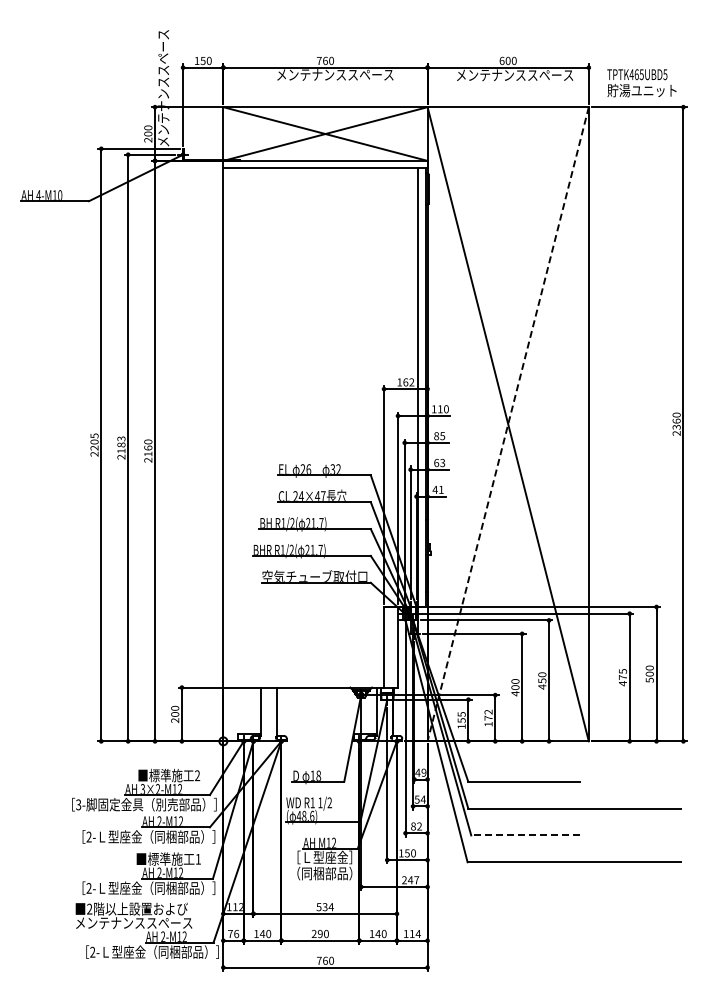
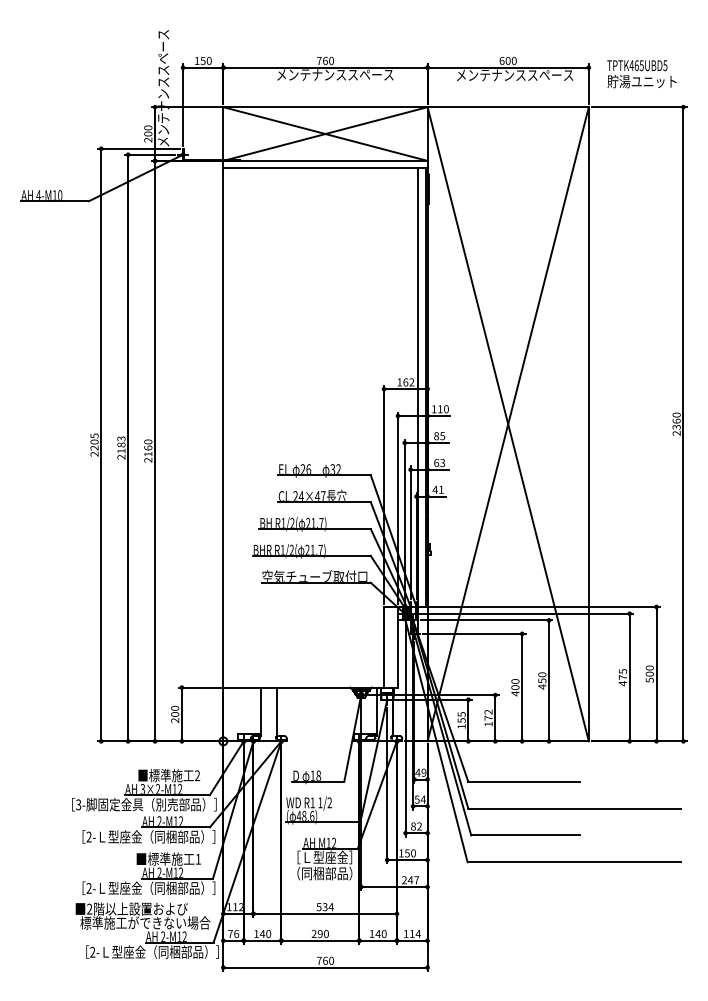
text at (641, 83) position: (641, 83) -> (641, 74)
line at (508, 424): dashed -> solid
line at (524, 835): dashed -> solid
text at (143, 922): メンテナンススペース -> 標準施工ができない場合
